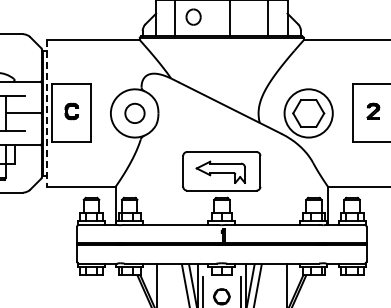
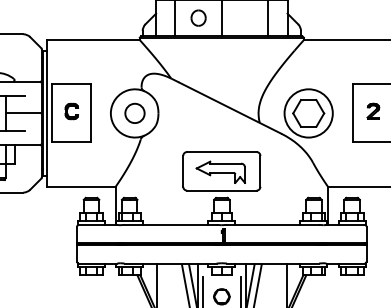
part at (193, 16) position: (193, 16) -> (198, 17)
line at (229, 19) position: (229, 19) -> (221, 19)
line at (47, 113): dashed -> solid
